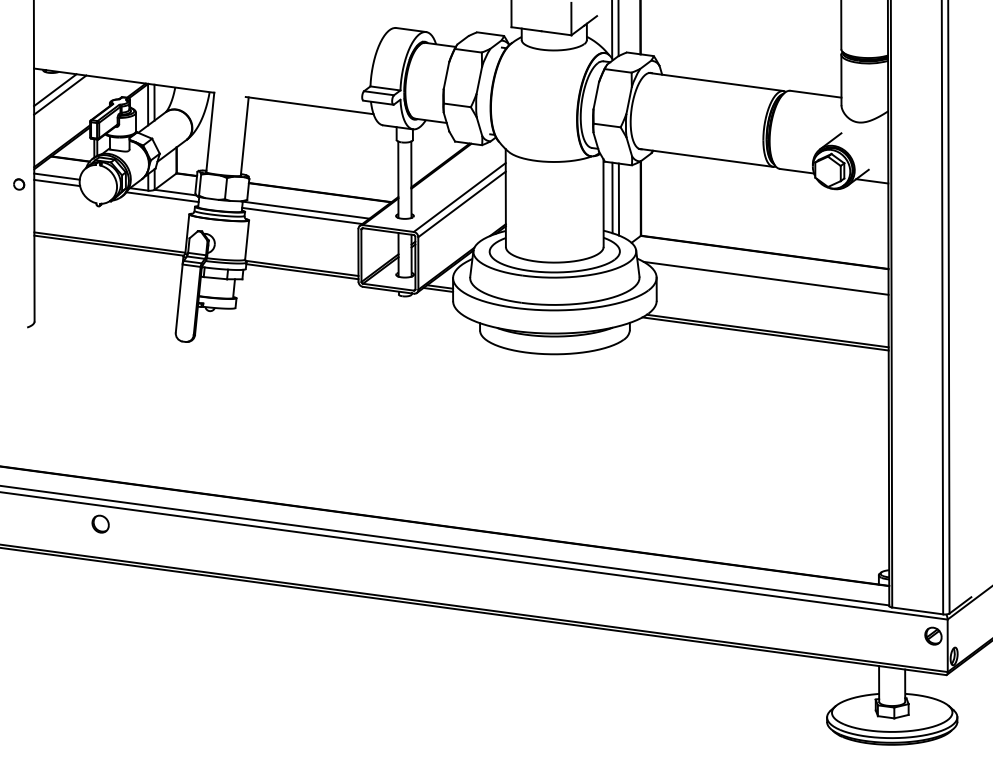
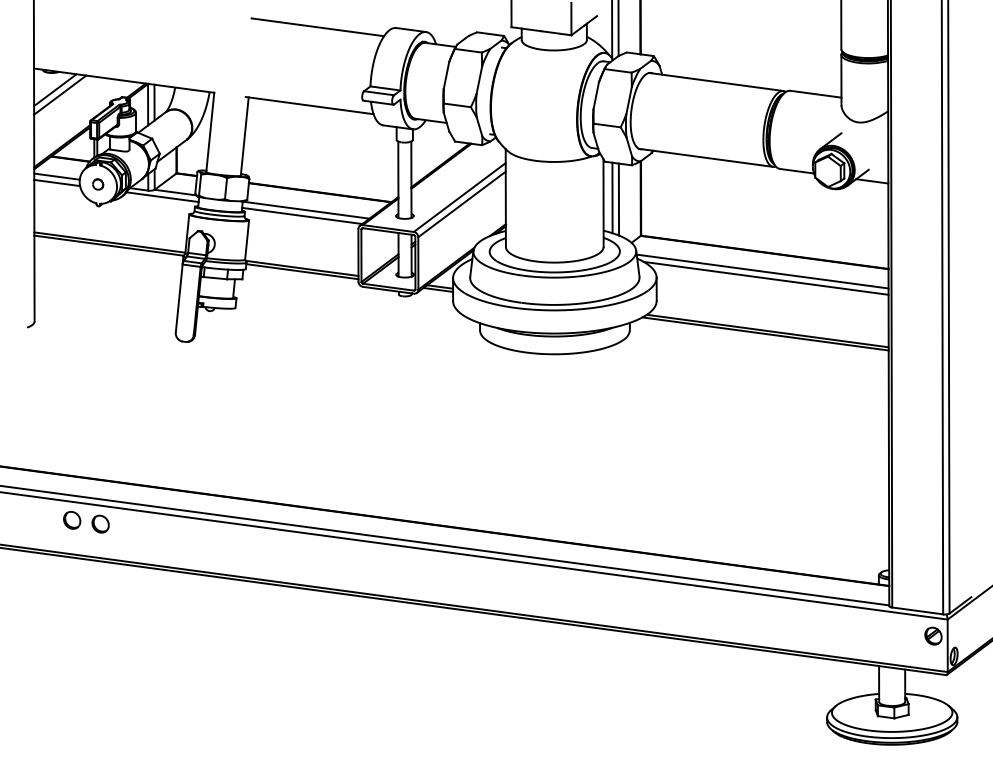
line at (317, 27): none -> present
part at (19, 184) position: (19, 184) -> (98, 184)
line at (762, 271): none -> present
part at (72, 520): none -> present
